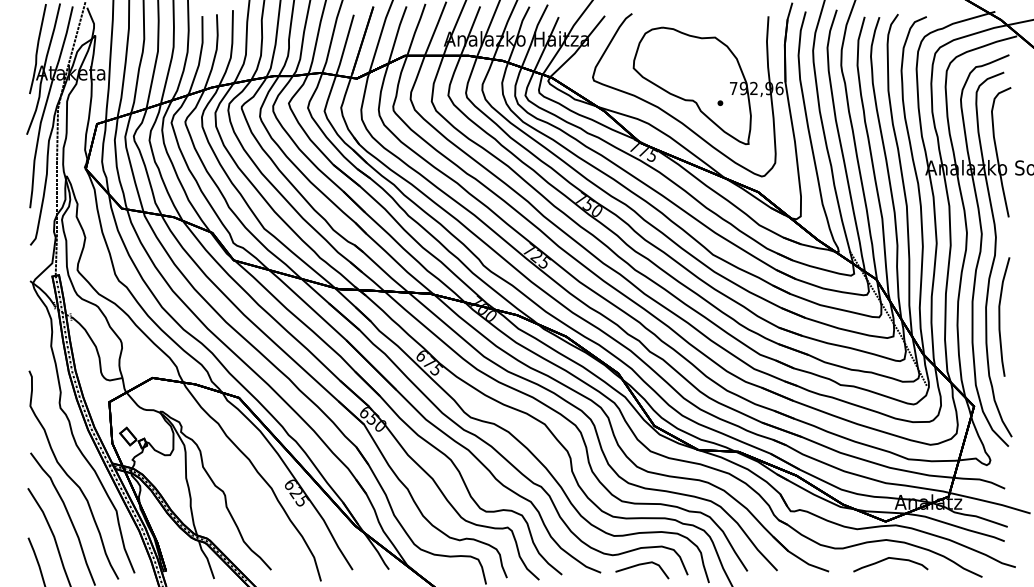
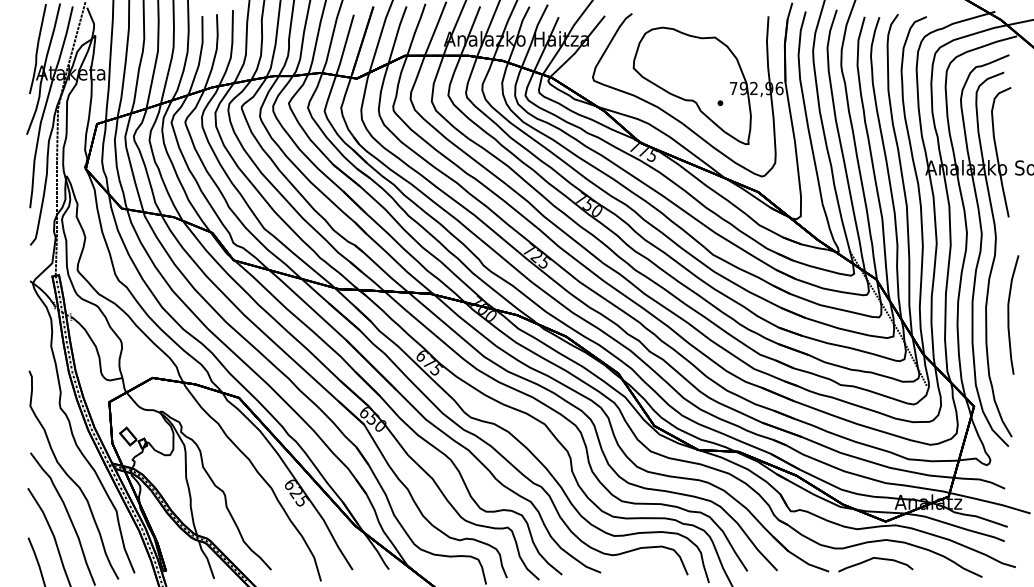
curve at (1000, 316) position: (1000, 316) -> (1009, 314)
curve at (891, 559) position: (891, 559) -> (876, 559)
line at (641, 565): present -> none
